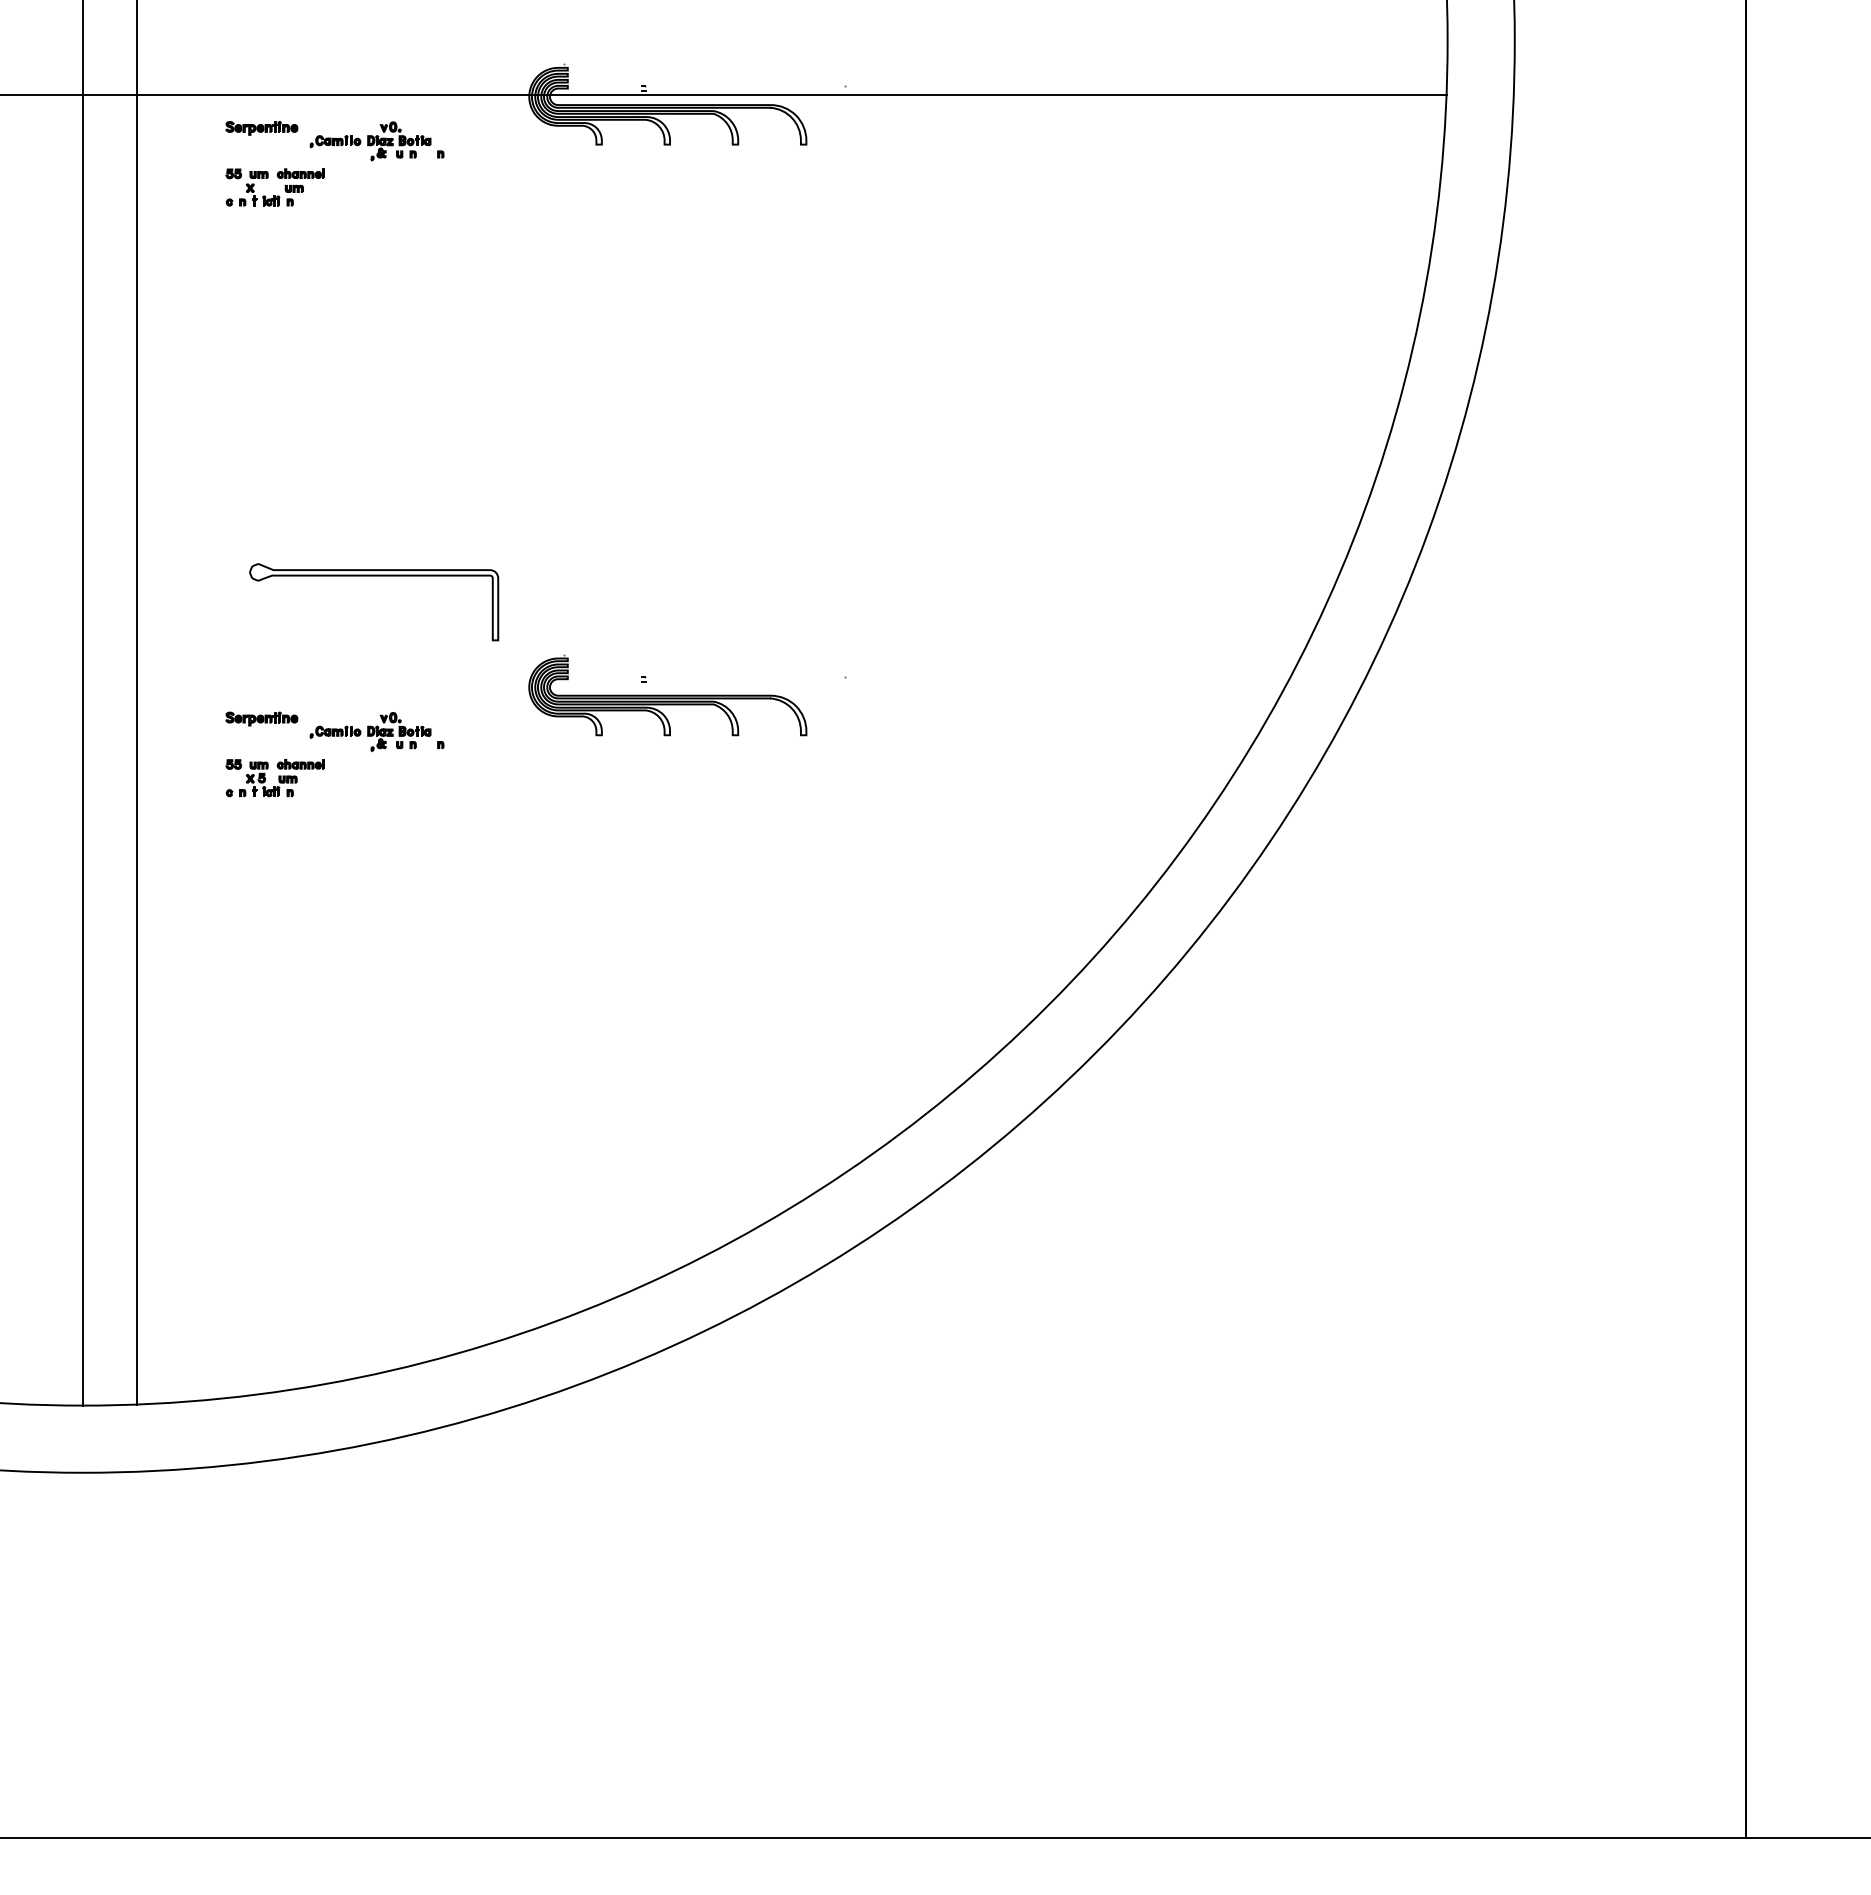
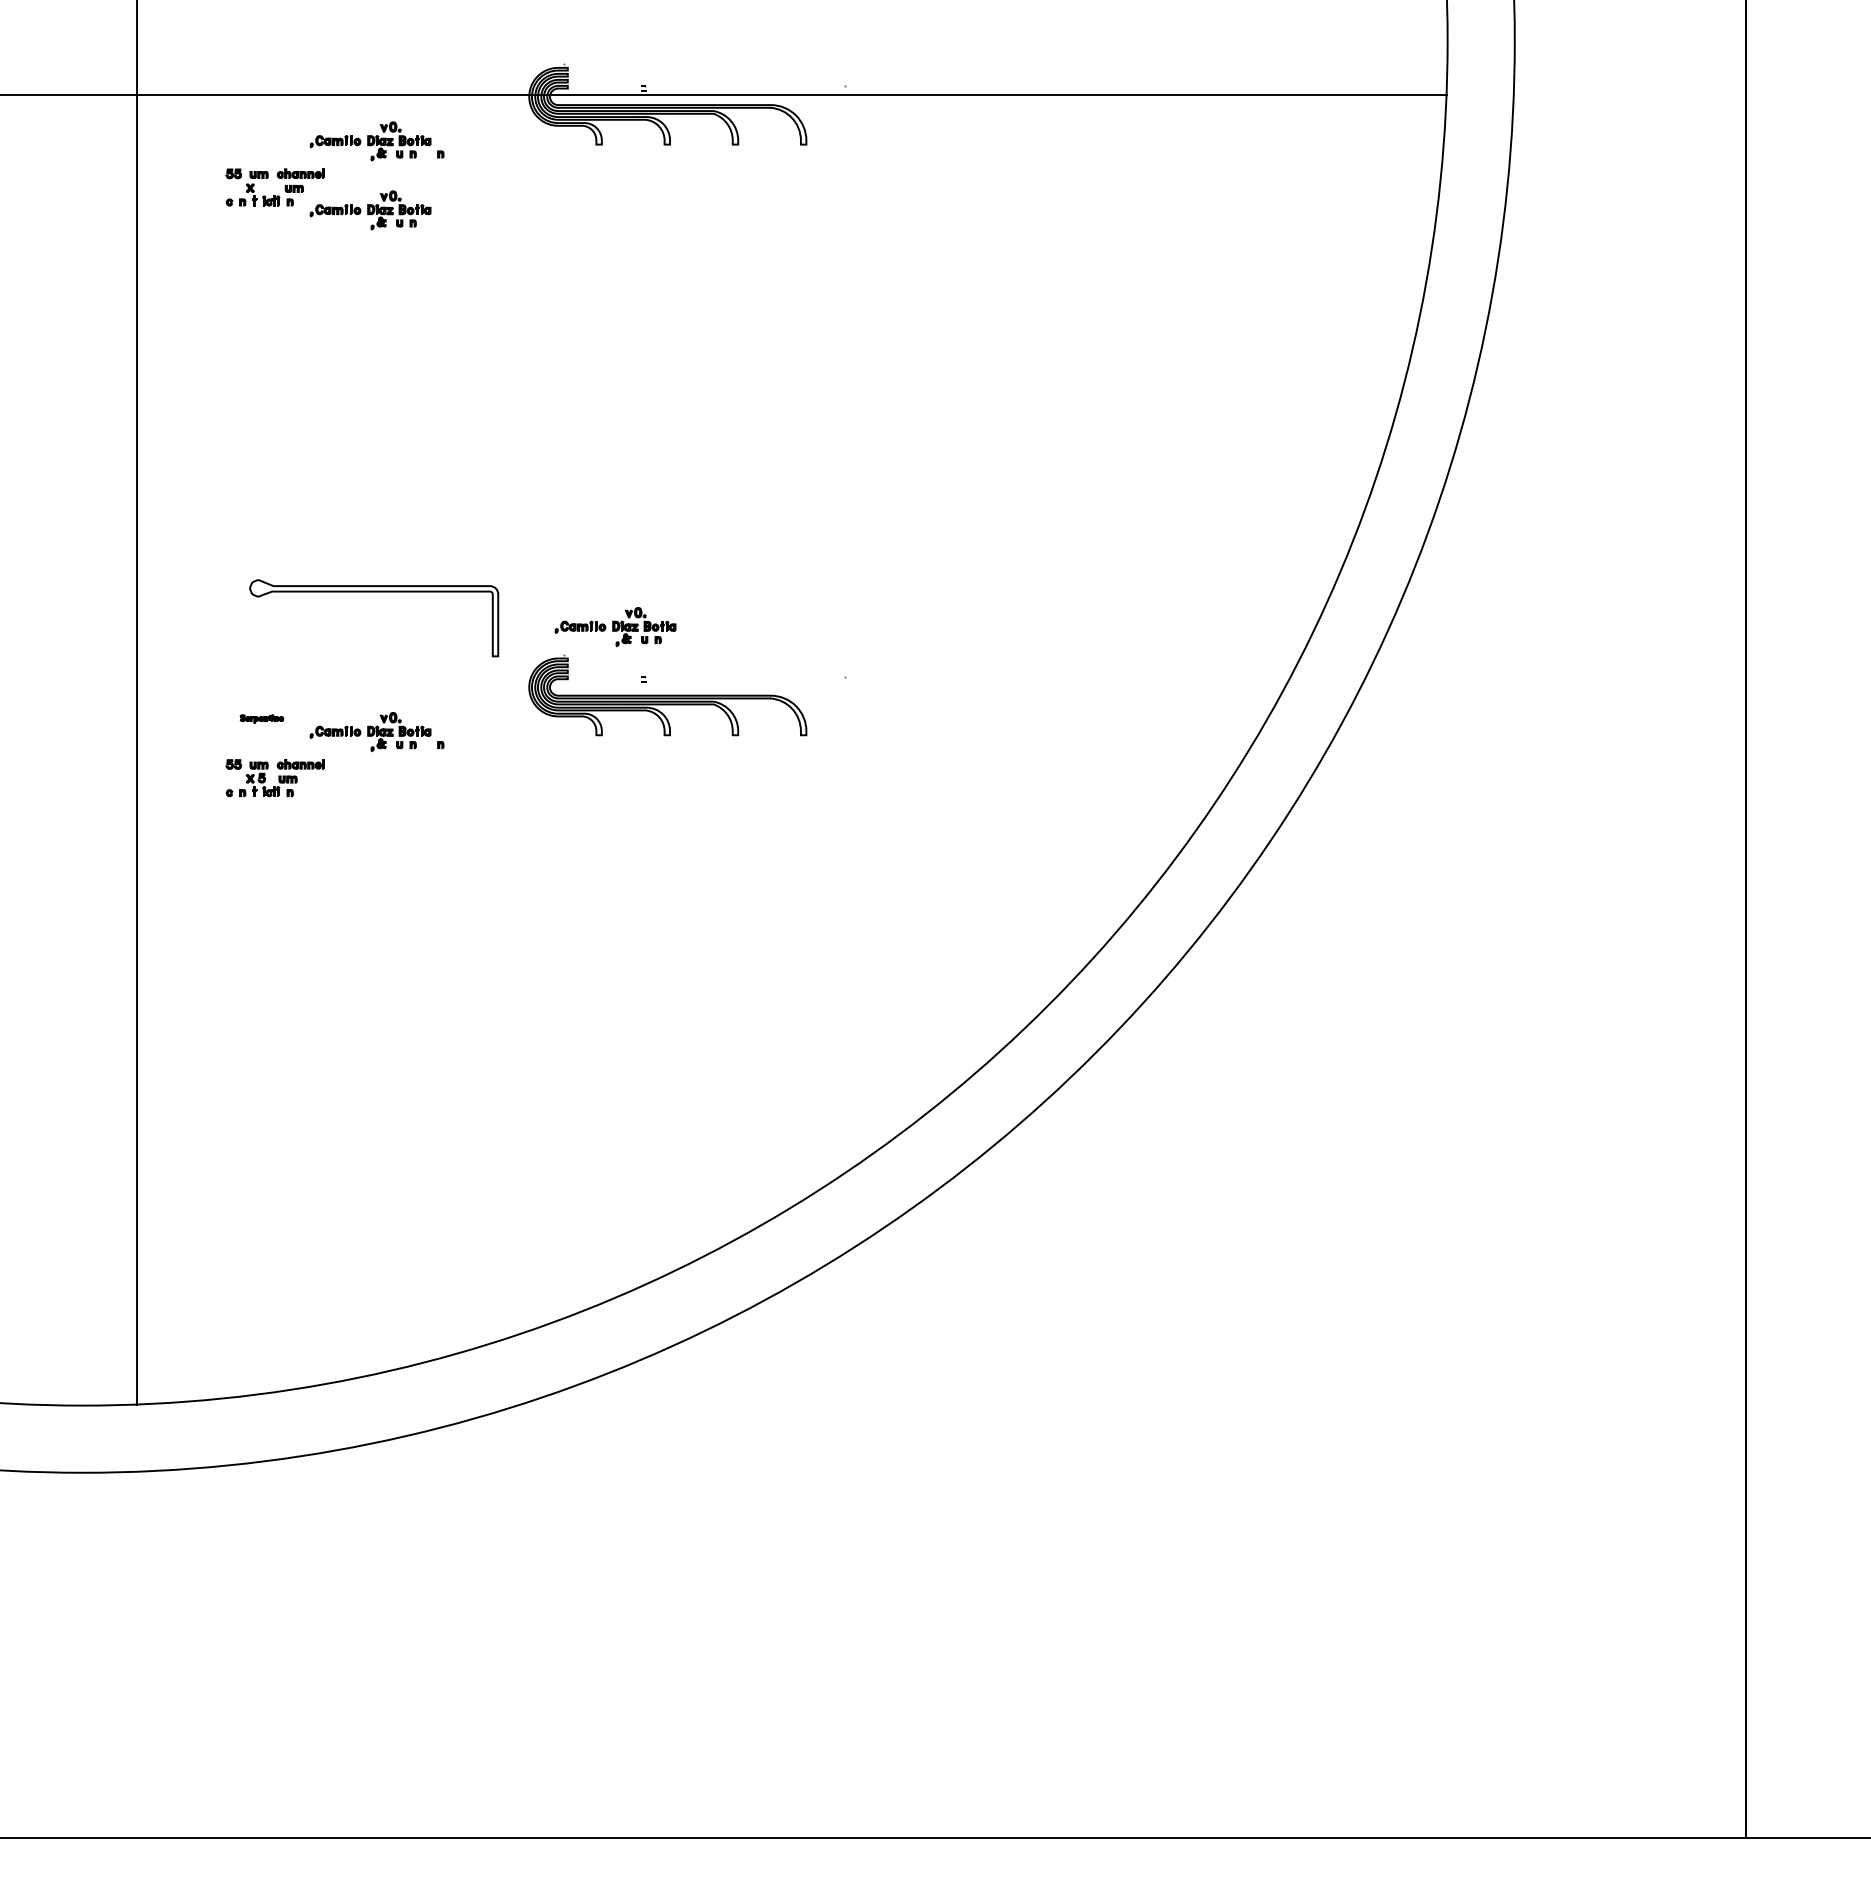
part at (261, 128): present -> none
part at (370, 210): none -> present
part at (374, 576) position: (374, 576) -> (374, 592)
part at (615, 627): none -> present
line at (82, 703): present -> none
part at (261, 718) size: 74x16 px -> 46x10 px
